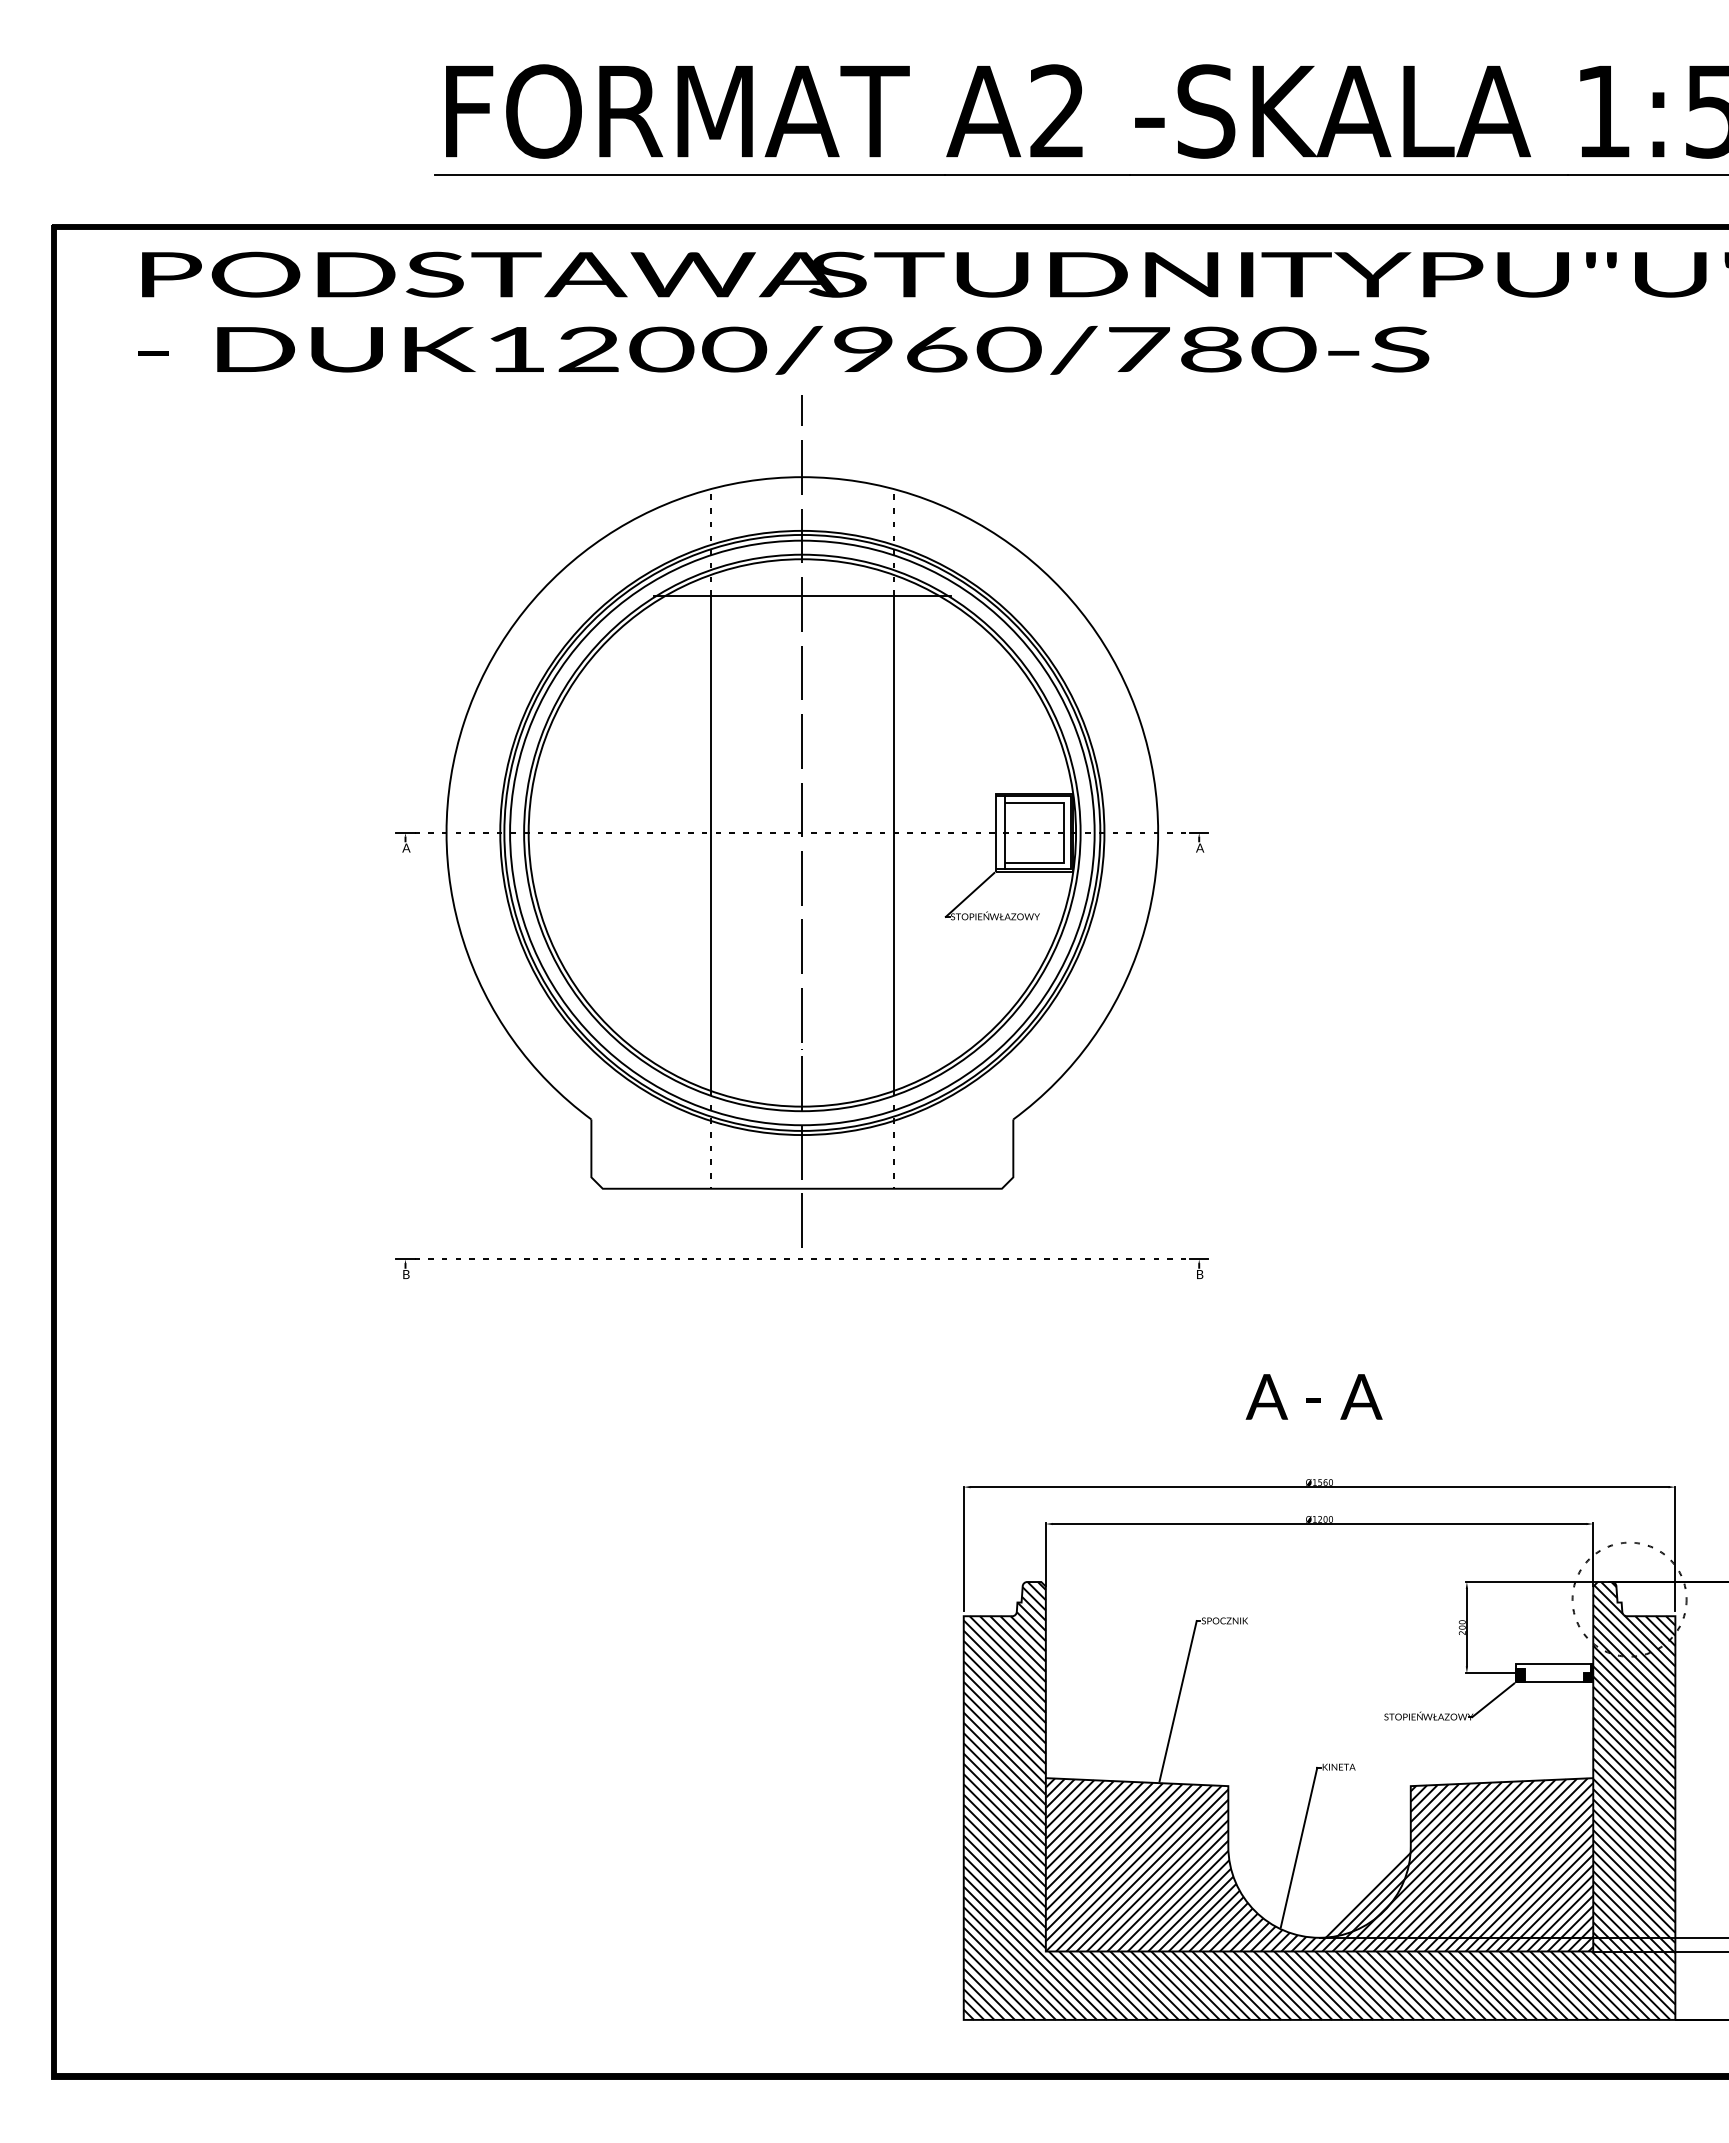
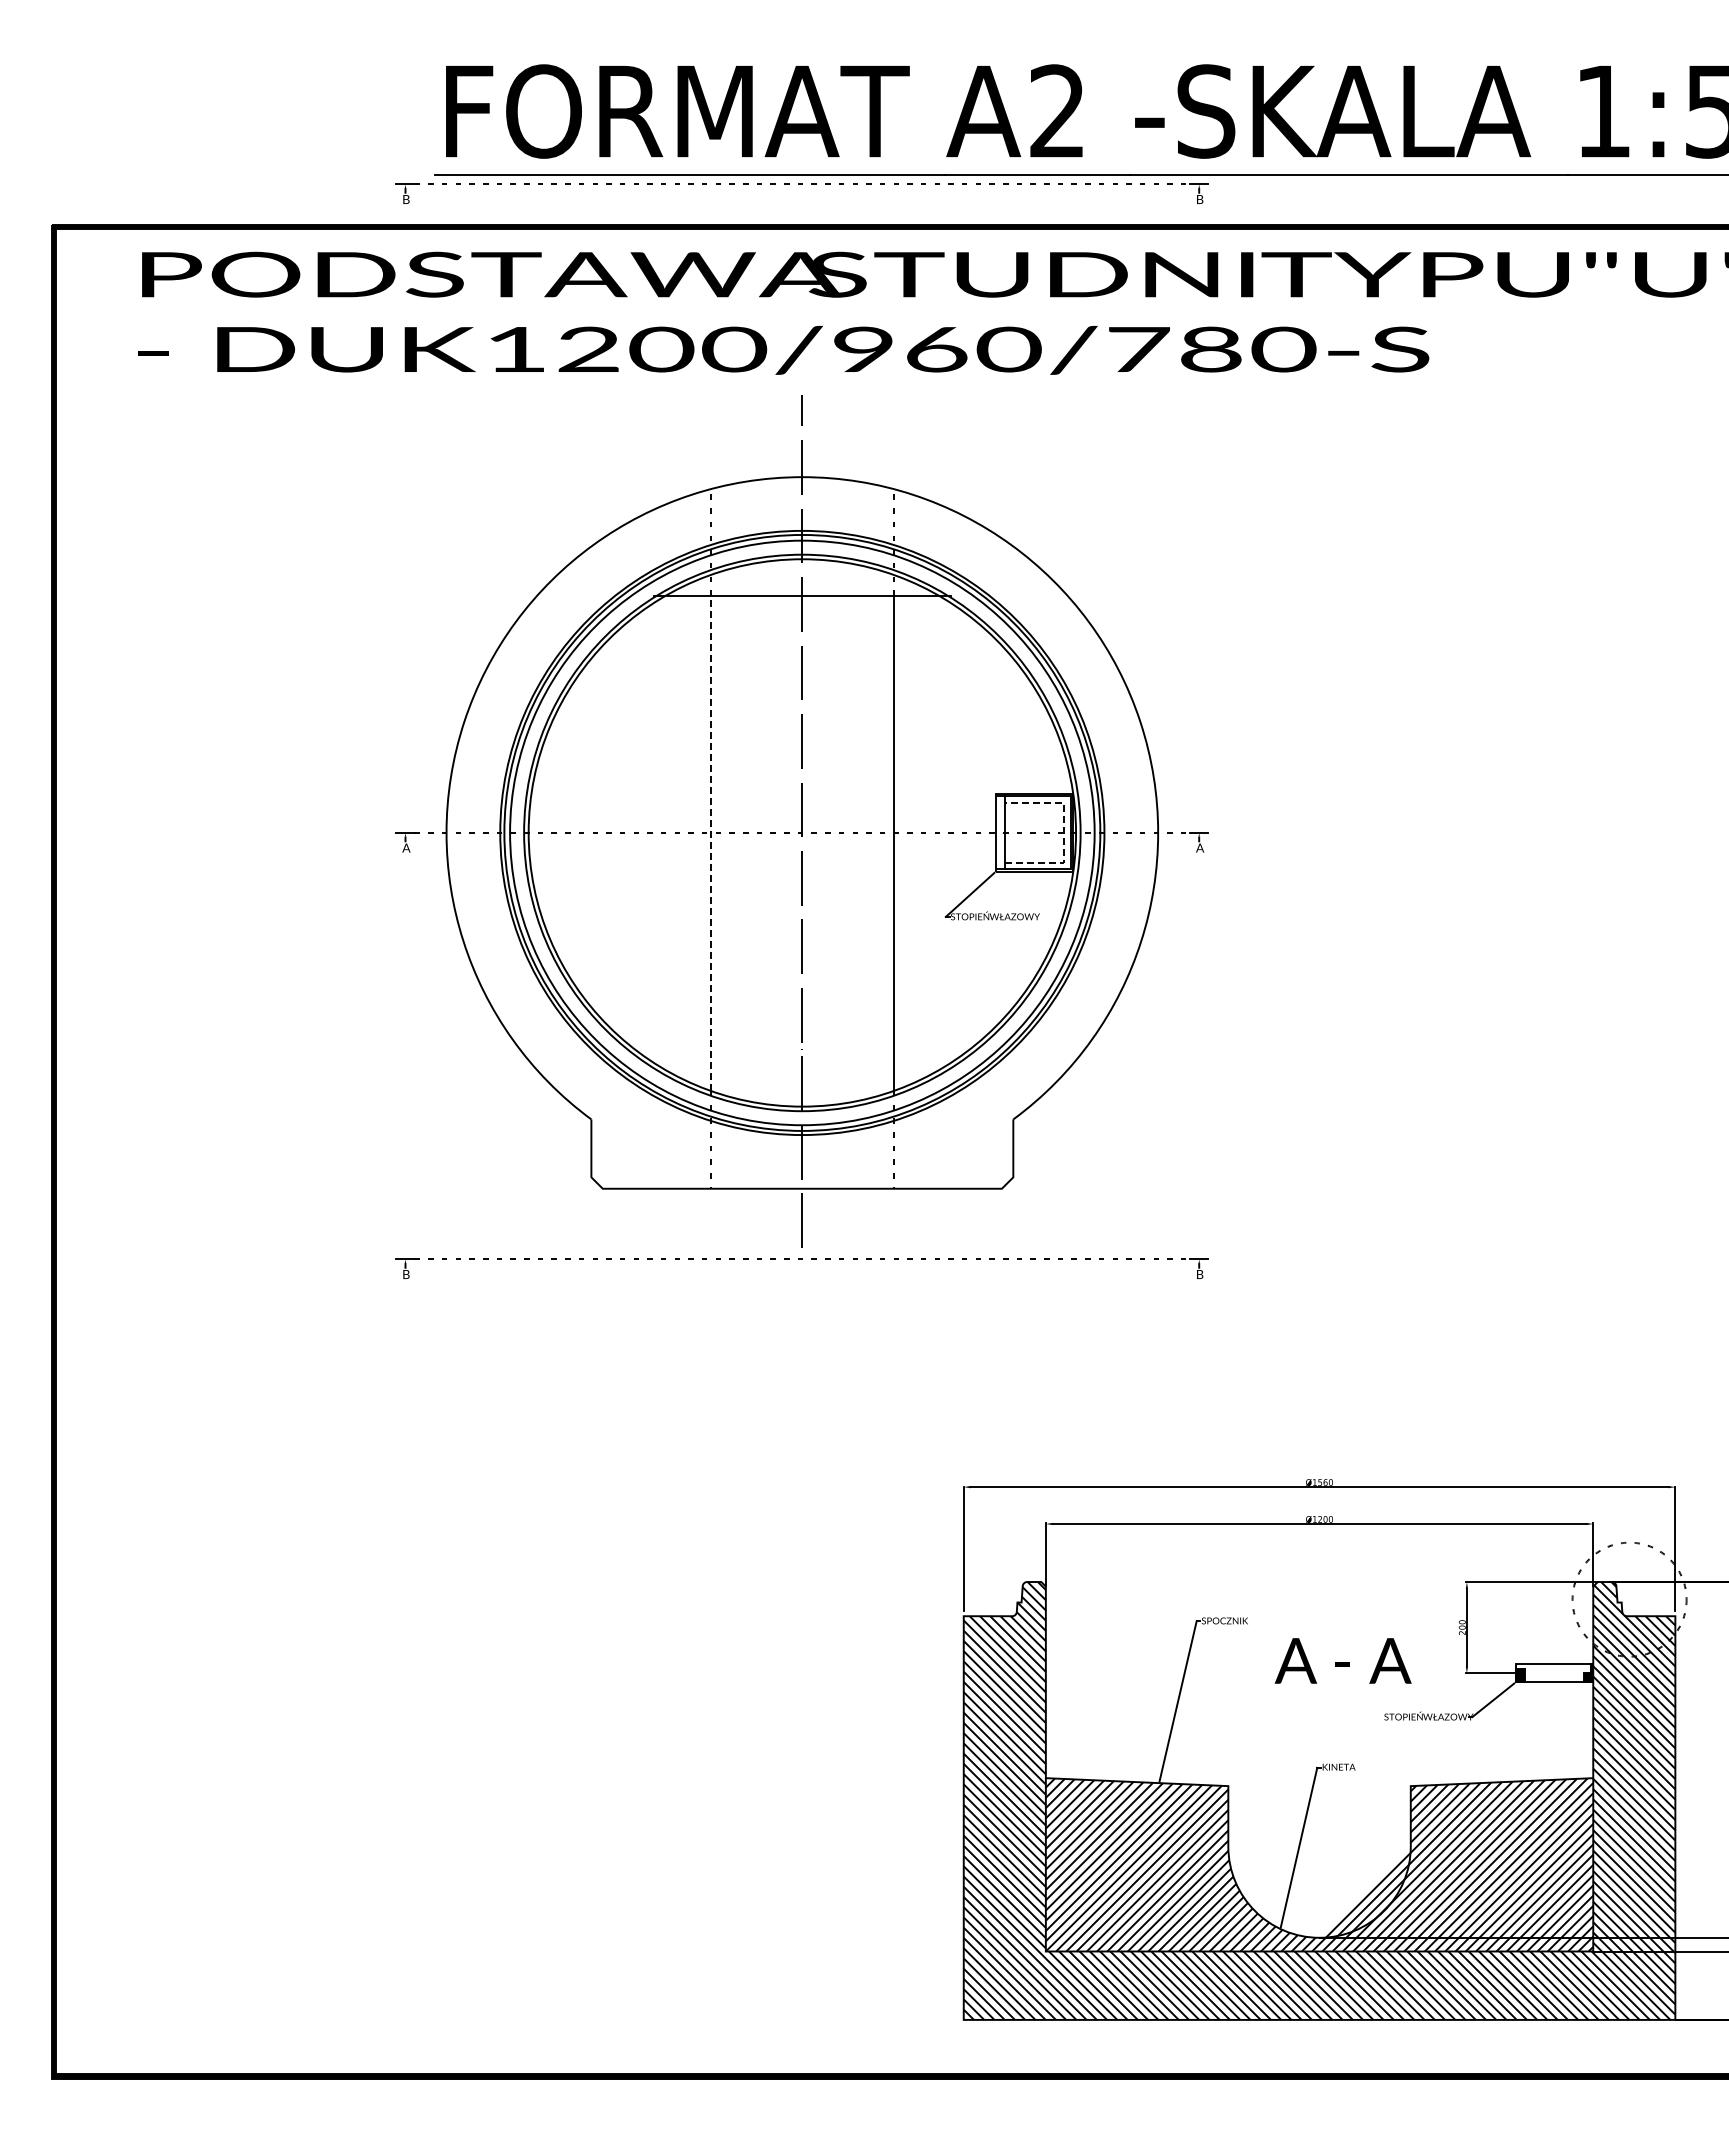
part at (801, 184): none -> present
line at (1064, 832): solid -> dashed
line at (711, 843): solid -> dashed
text at (1313, 1396) position: (1313, 1396) -> (1342, 1660)
